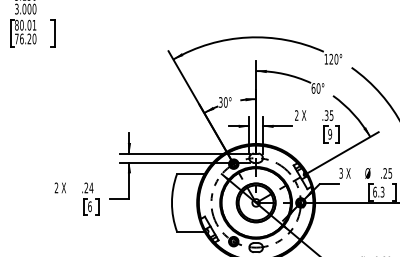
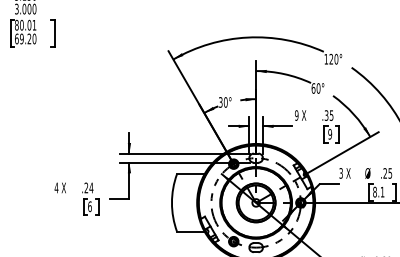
text at (19, 38): 76.20 -> 69.20
text at (296, 115): 2 -> 9
text at (56, 187): 2 -> 4
text at (378, 191): 6.3 -> 8.1
